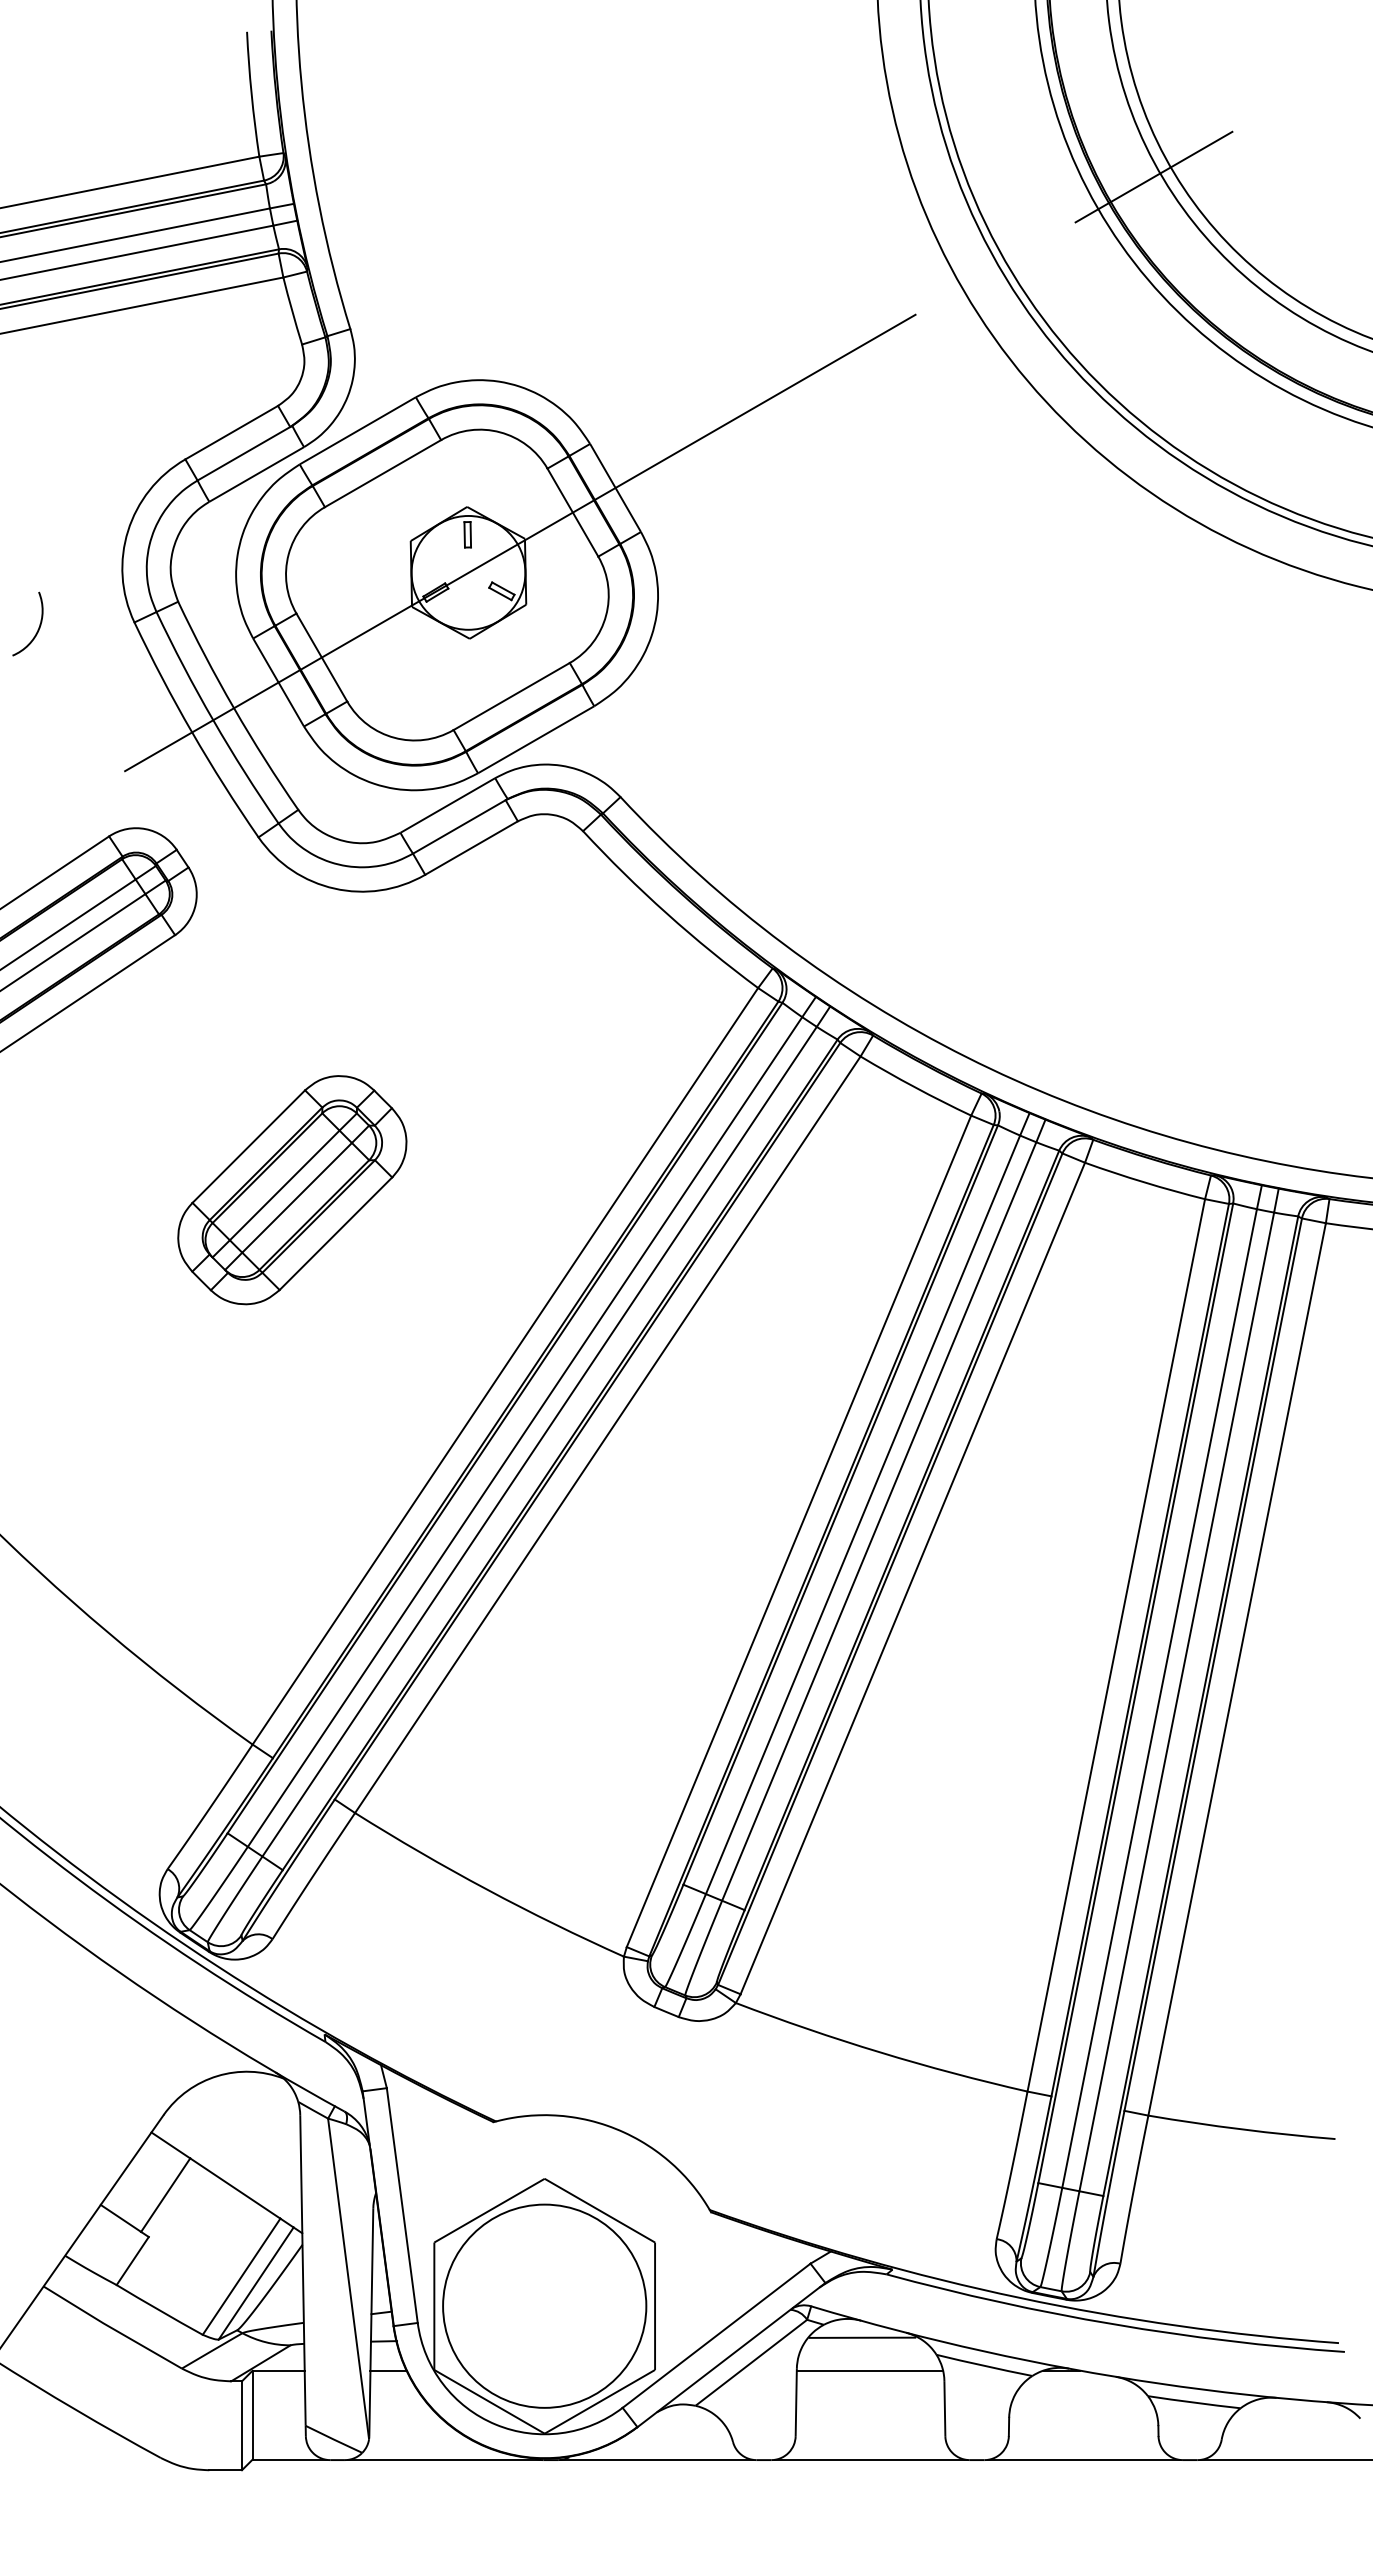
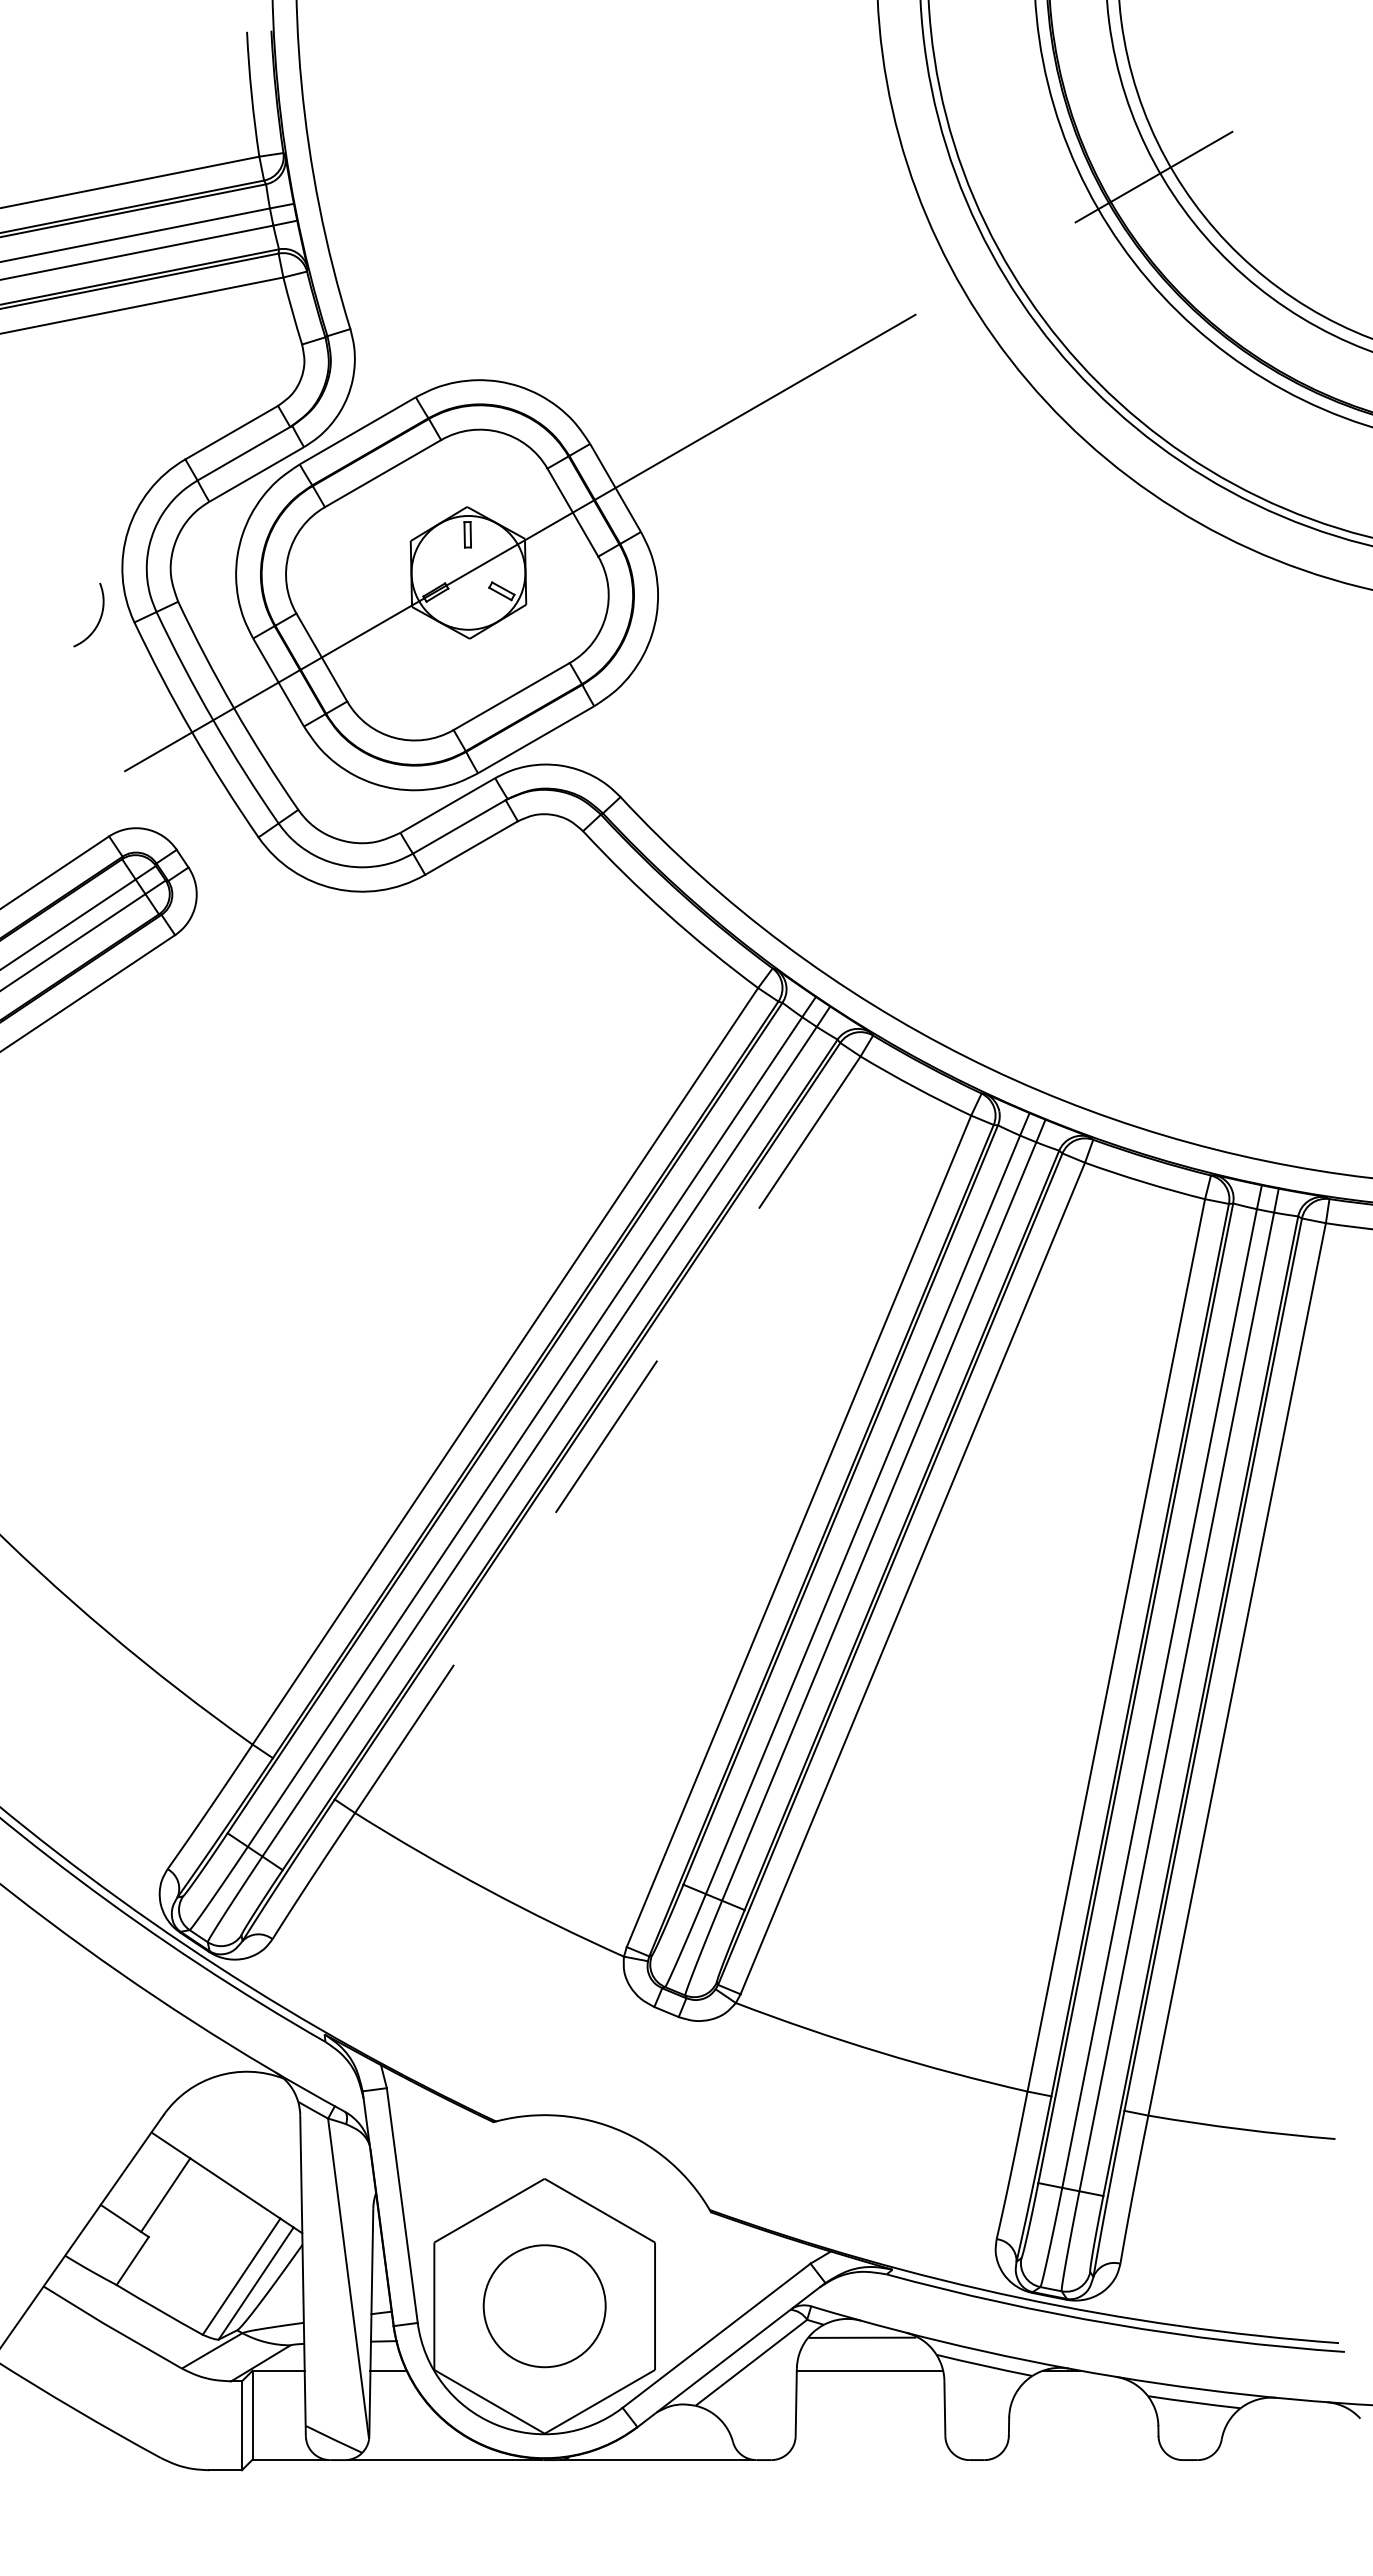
curve at (37, 629) position: (37, 629) -> (98, 620)
part at (292, 1190): present -> none
line at (607, 1434): solid -> dashed
circle at (544, 2305) diameter: 203 px -> 122 px
line at (870, 2459): present -> none
line at (1083, 2459): present -> none
line at (1284, 2459): present -> none
